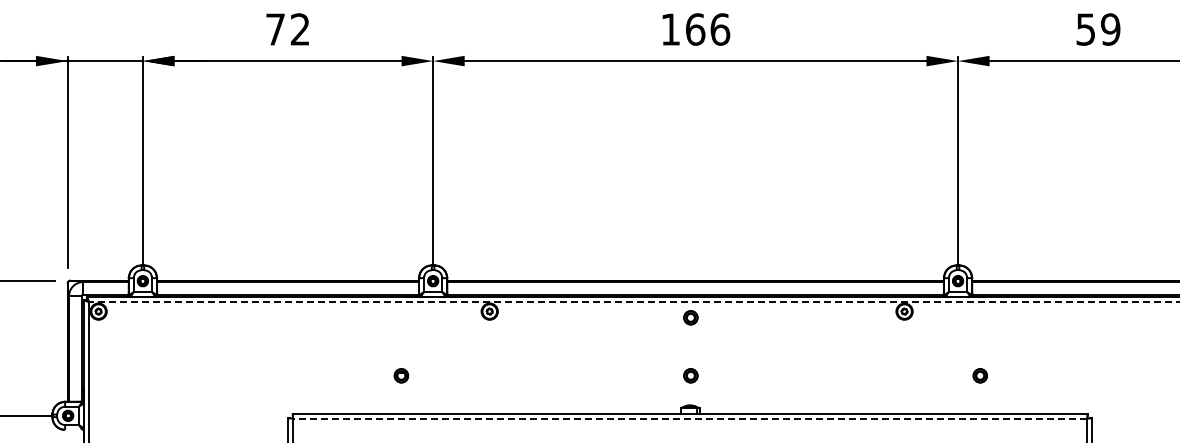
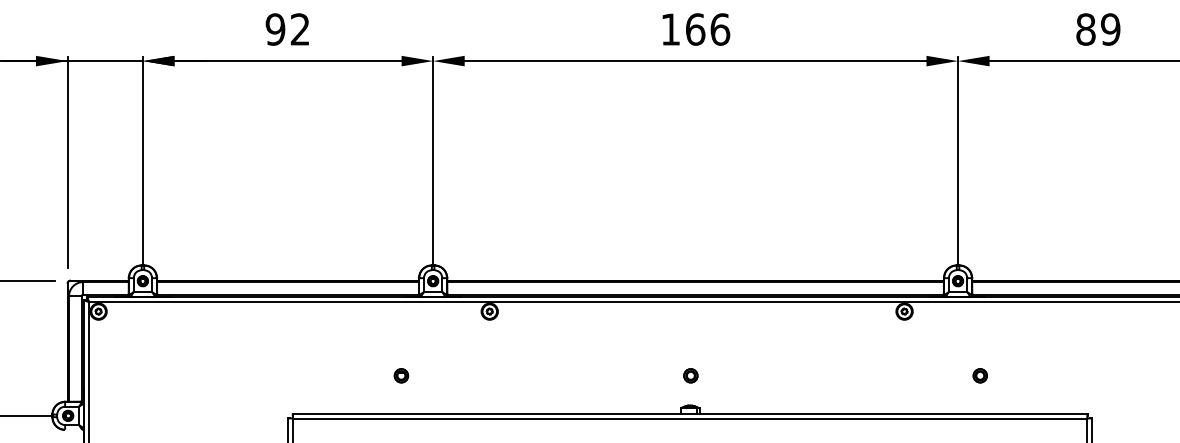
text at (275, 29): 72 -> 92
text at (1085, 29): 59 -> 89
line at (633, 302): dashed -> solid
part at (690, 317): present -> none
line at (689, 418): dashed -> solid
